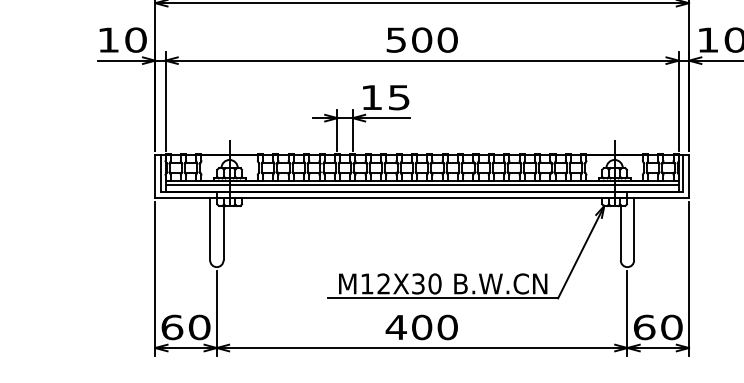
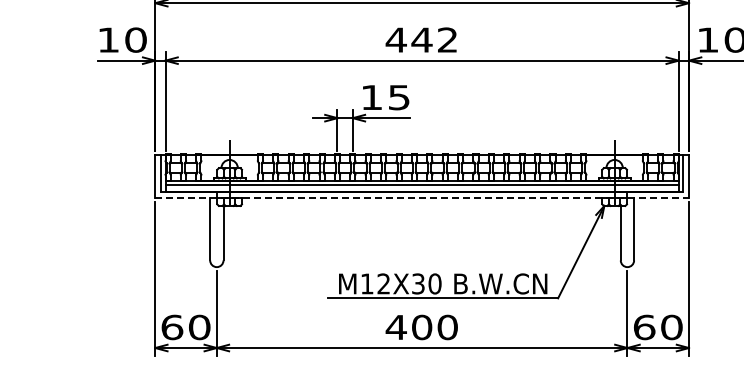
text at (421, 39): 500 -> 442
line at (422, 197): solid -> dashed
